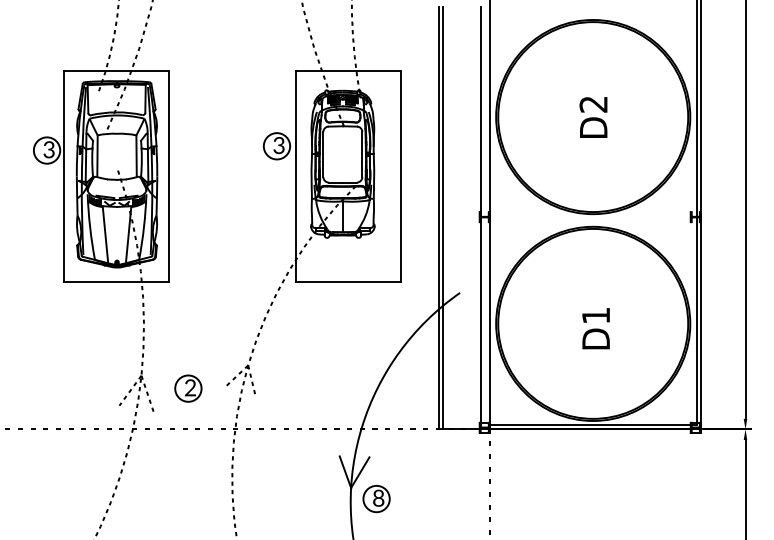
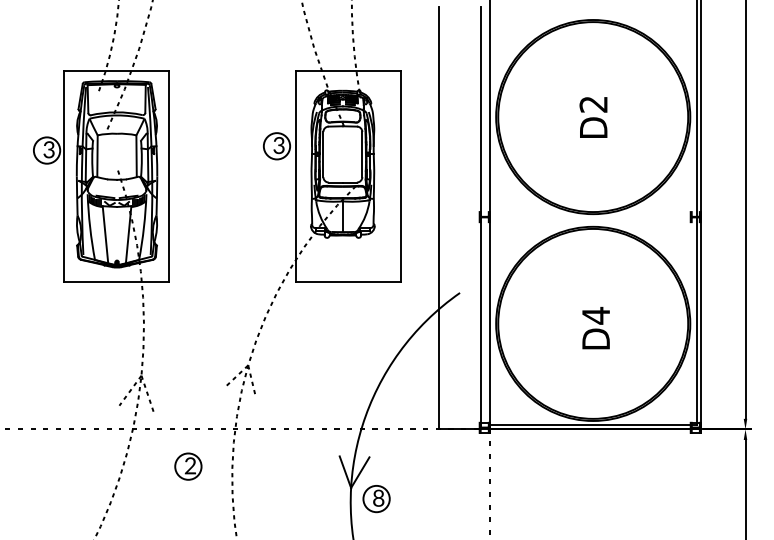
line at (443, 218): present -> none
text at (595, 315): D1 -> D4
part at (188, 388) position: (188, 388) -> (188, 466)
